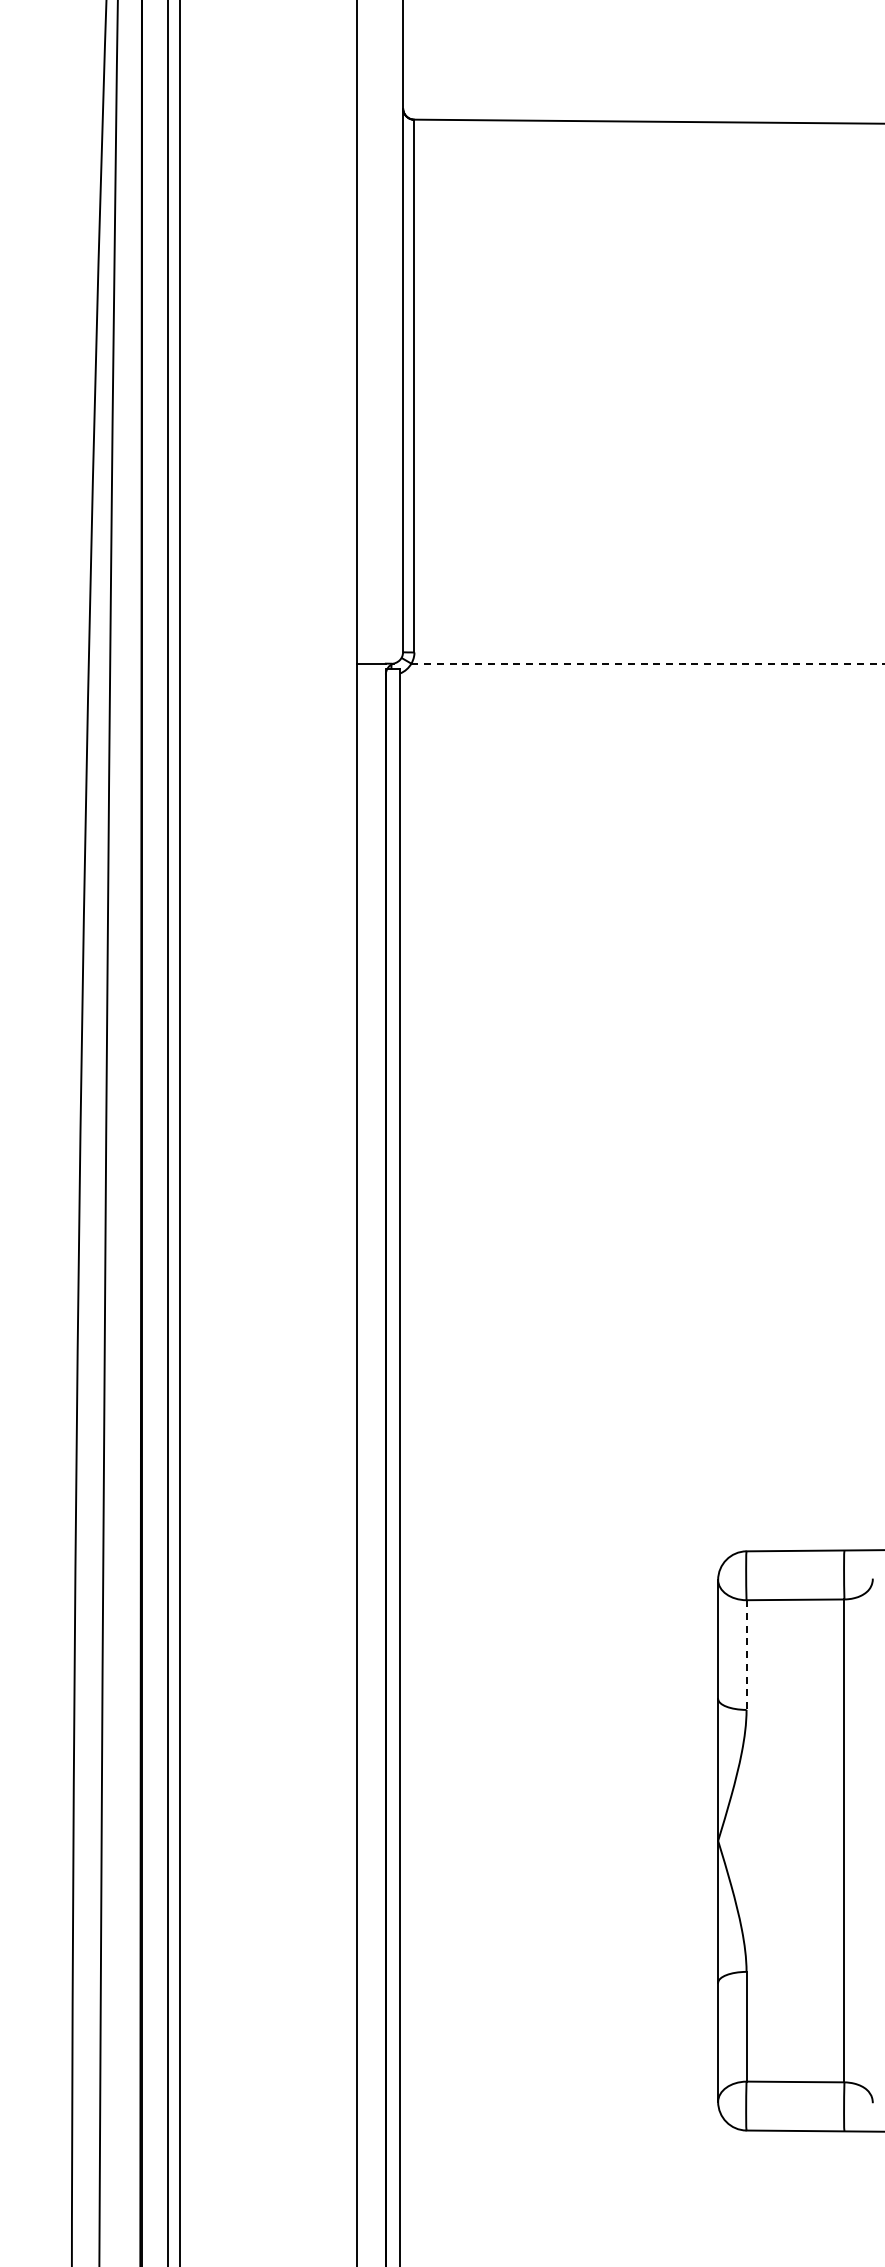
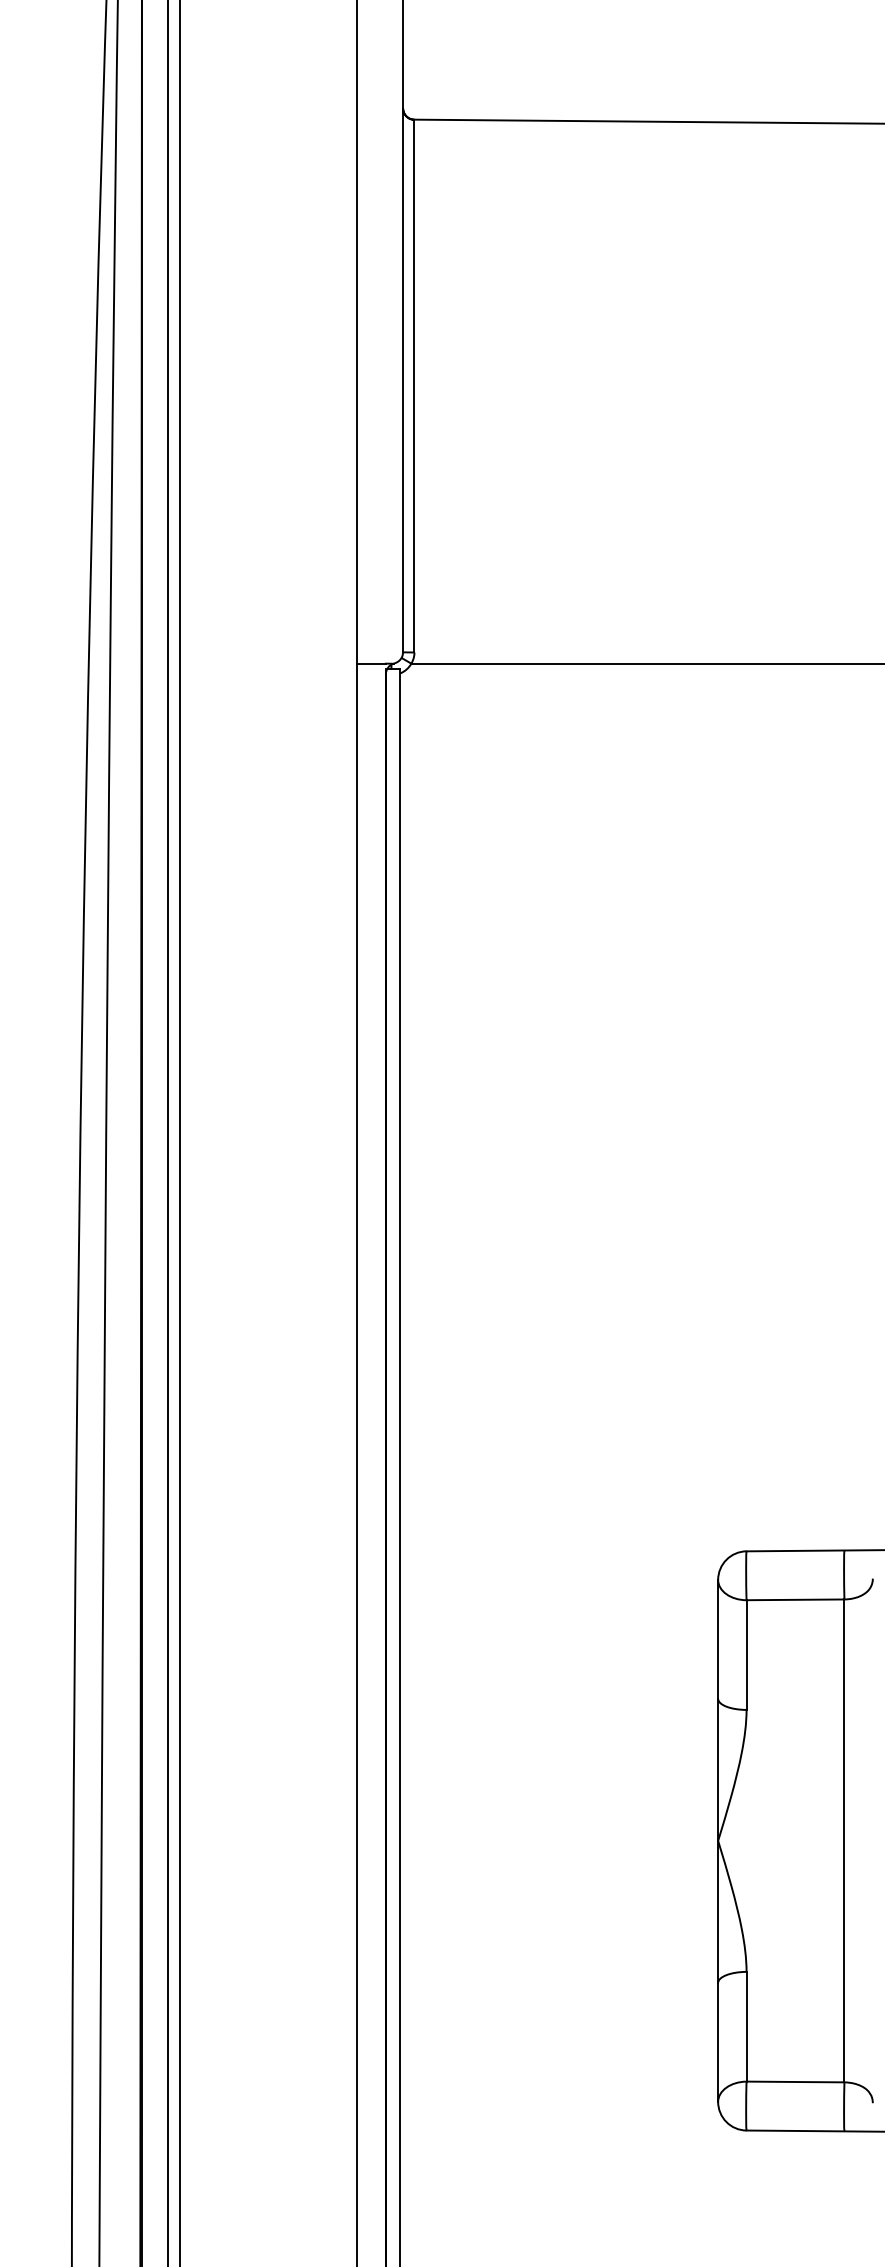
line at (648, 663): dashed -> solid
line at (746, 1655): dashed -> solid
